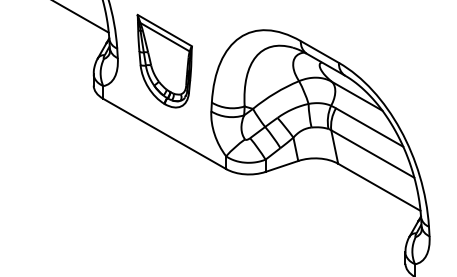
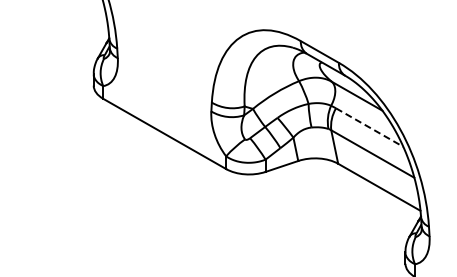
line at (81, 17): present -> none
part at (164, 60): present -> none
line at (369, 127): solid -> dashed
